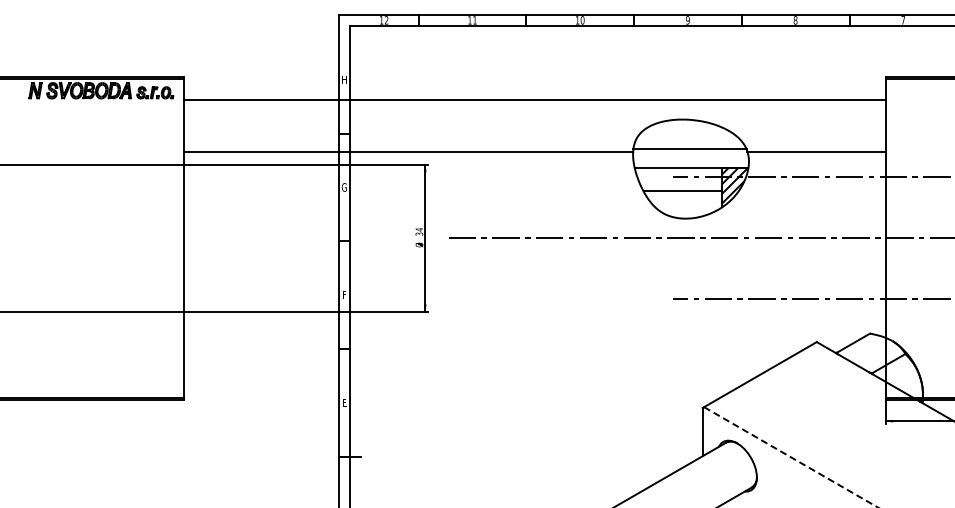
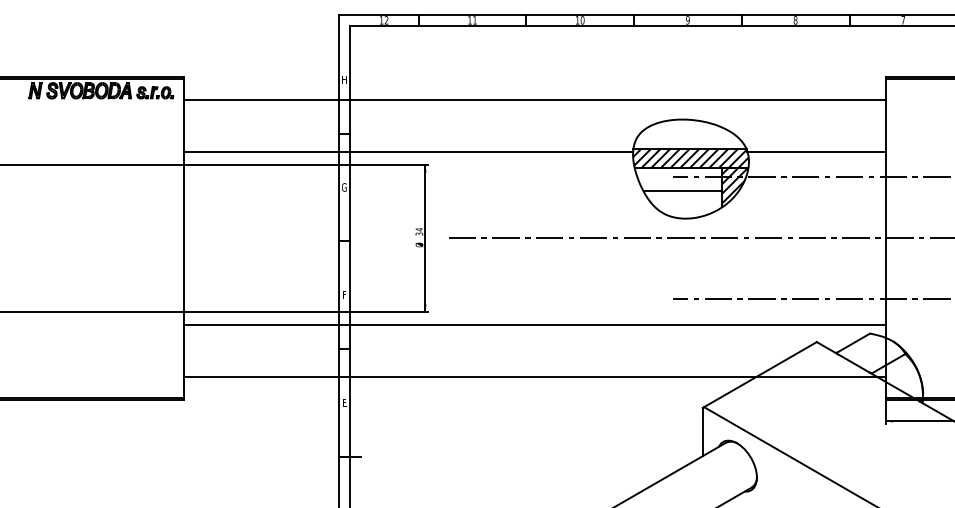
hatch at (690, 158): none -> present
line at (534, 325): none -> present
line at (534, 376): none -> present
line at (791, 457): dashed -> solid
